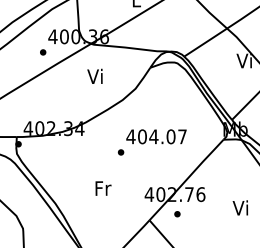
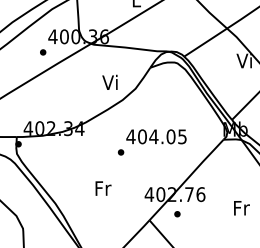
text at (94, 75) position: (94, 75) -> (109, 81)
text at (182, 136): 404.07 -> 404.05
text at (240, 207): Vi -> Fr
